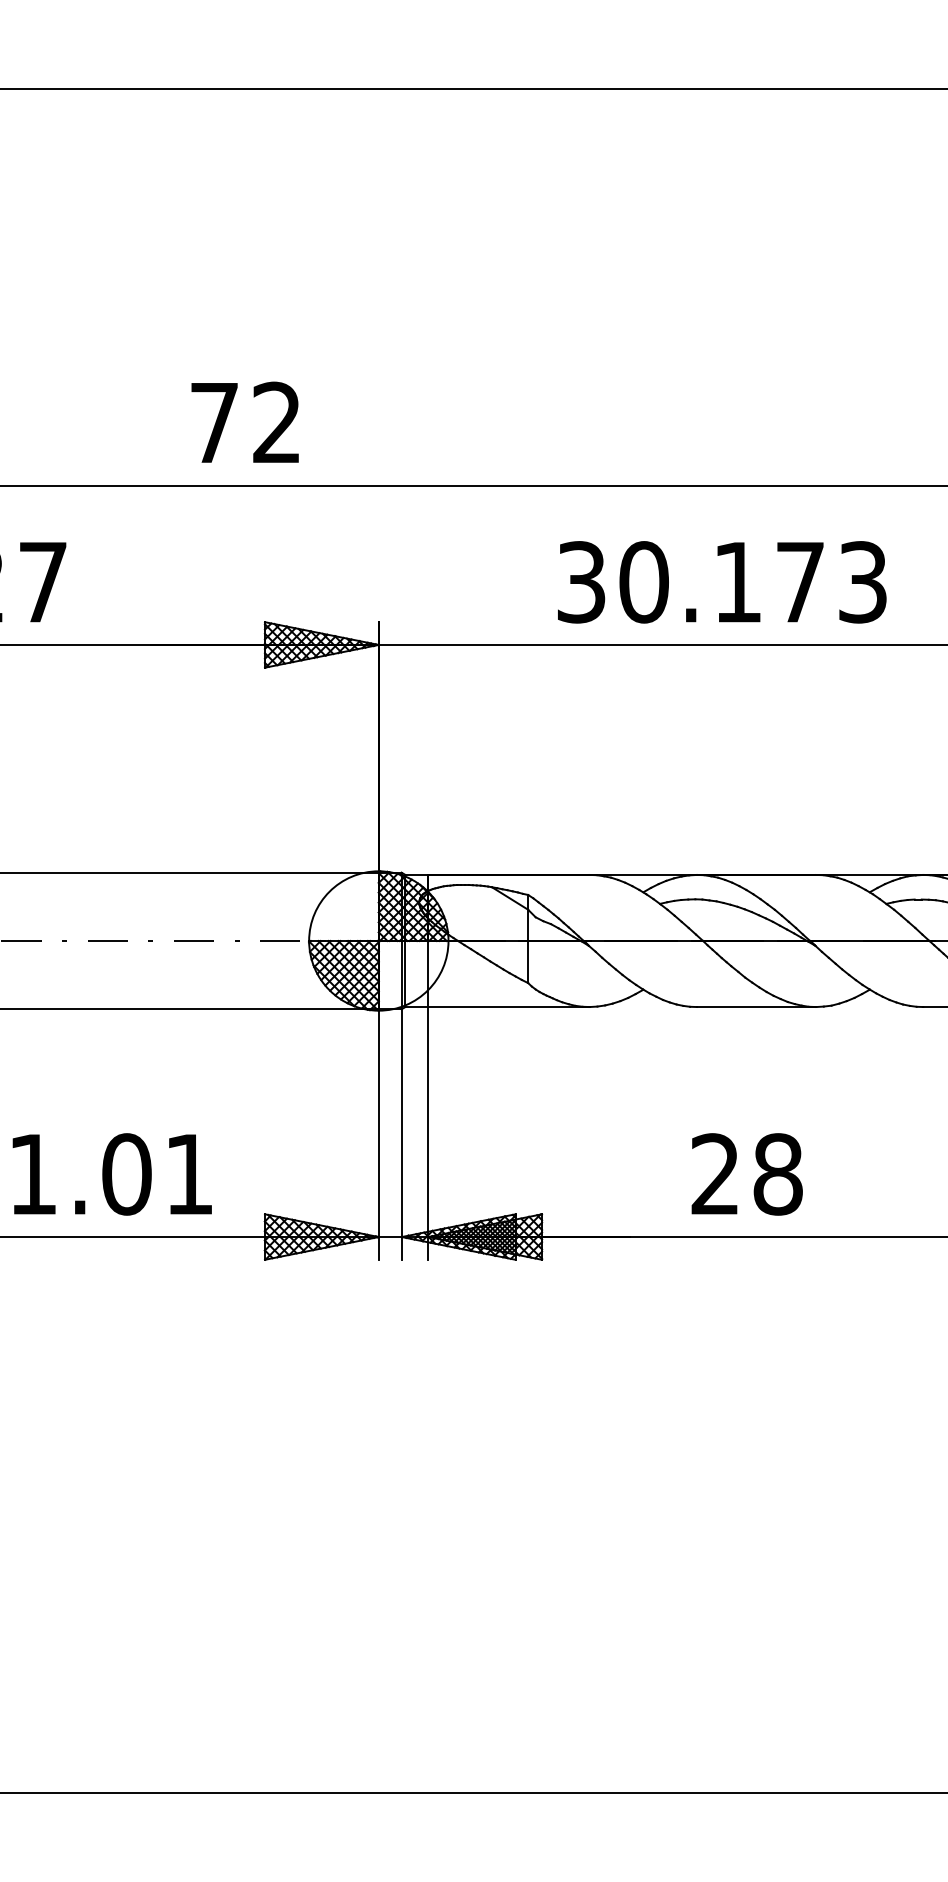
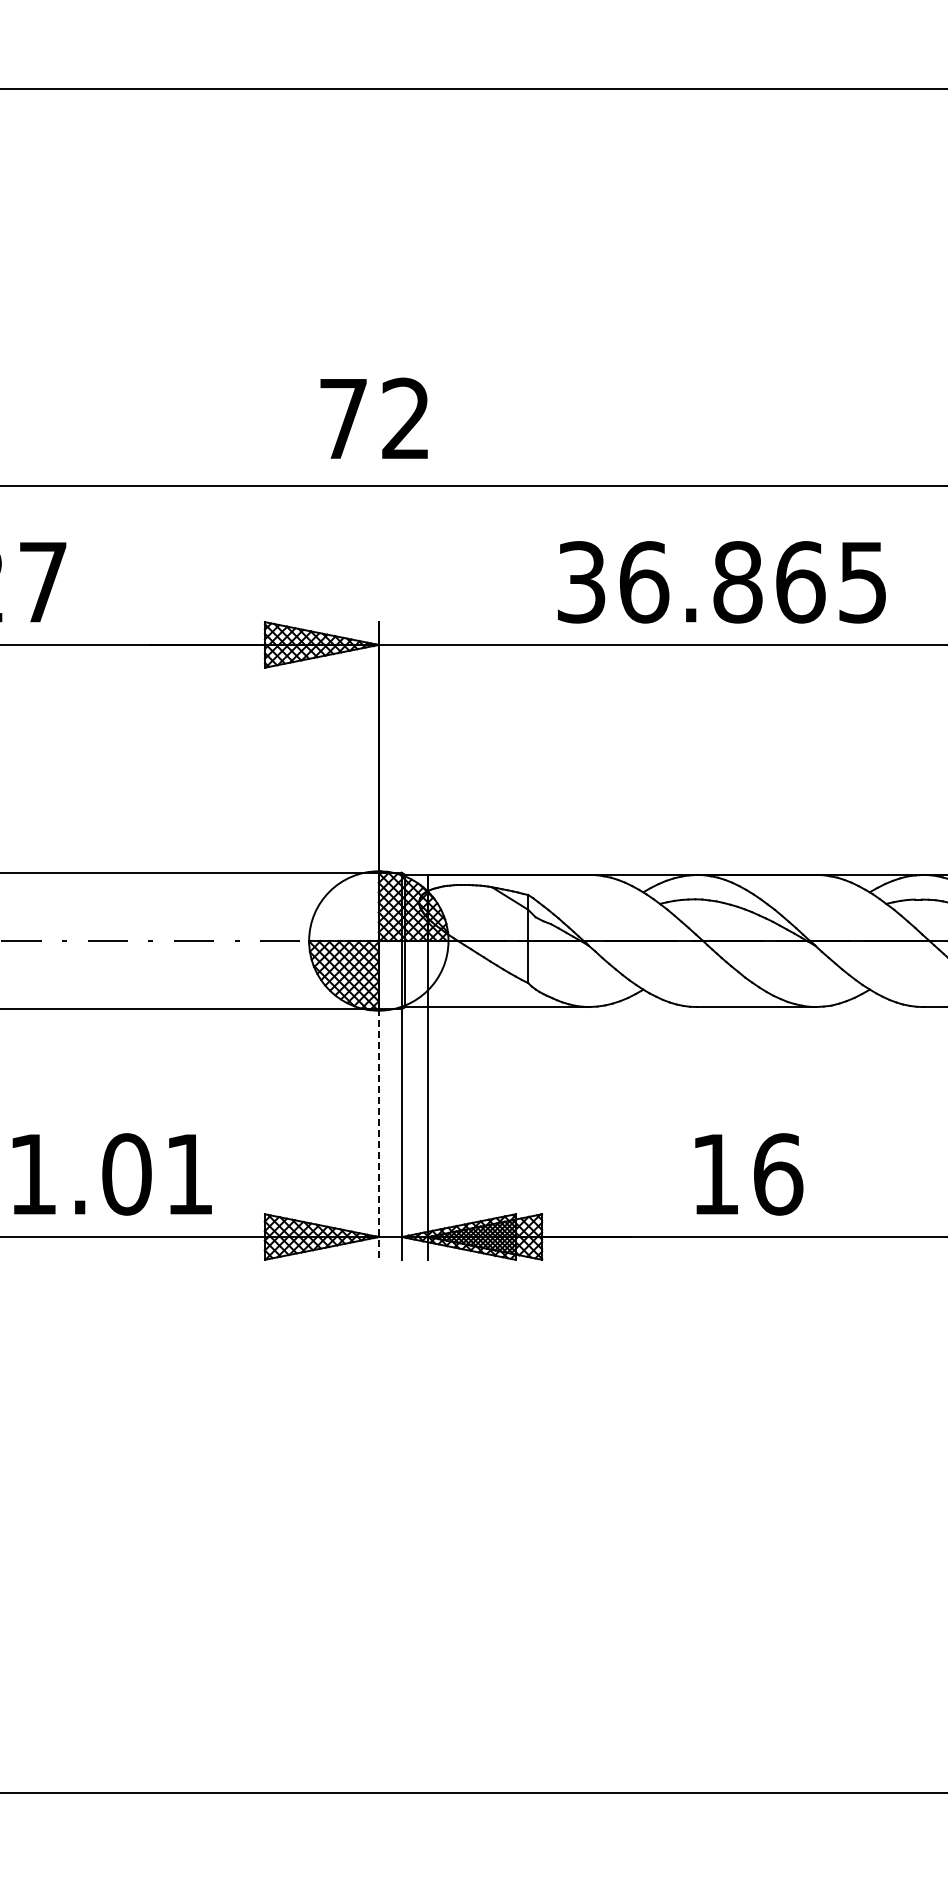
text at (244, 421) position: (244, 421) -> (373, 417)
text at (752, 582): 30.173 -> 36.865
line at (378, 1135): solid -> dashed
text at (747, 1174): 28 -> 16
